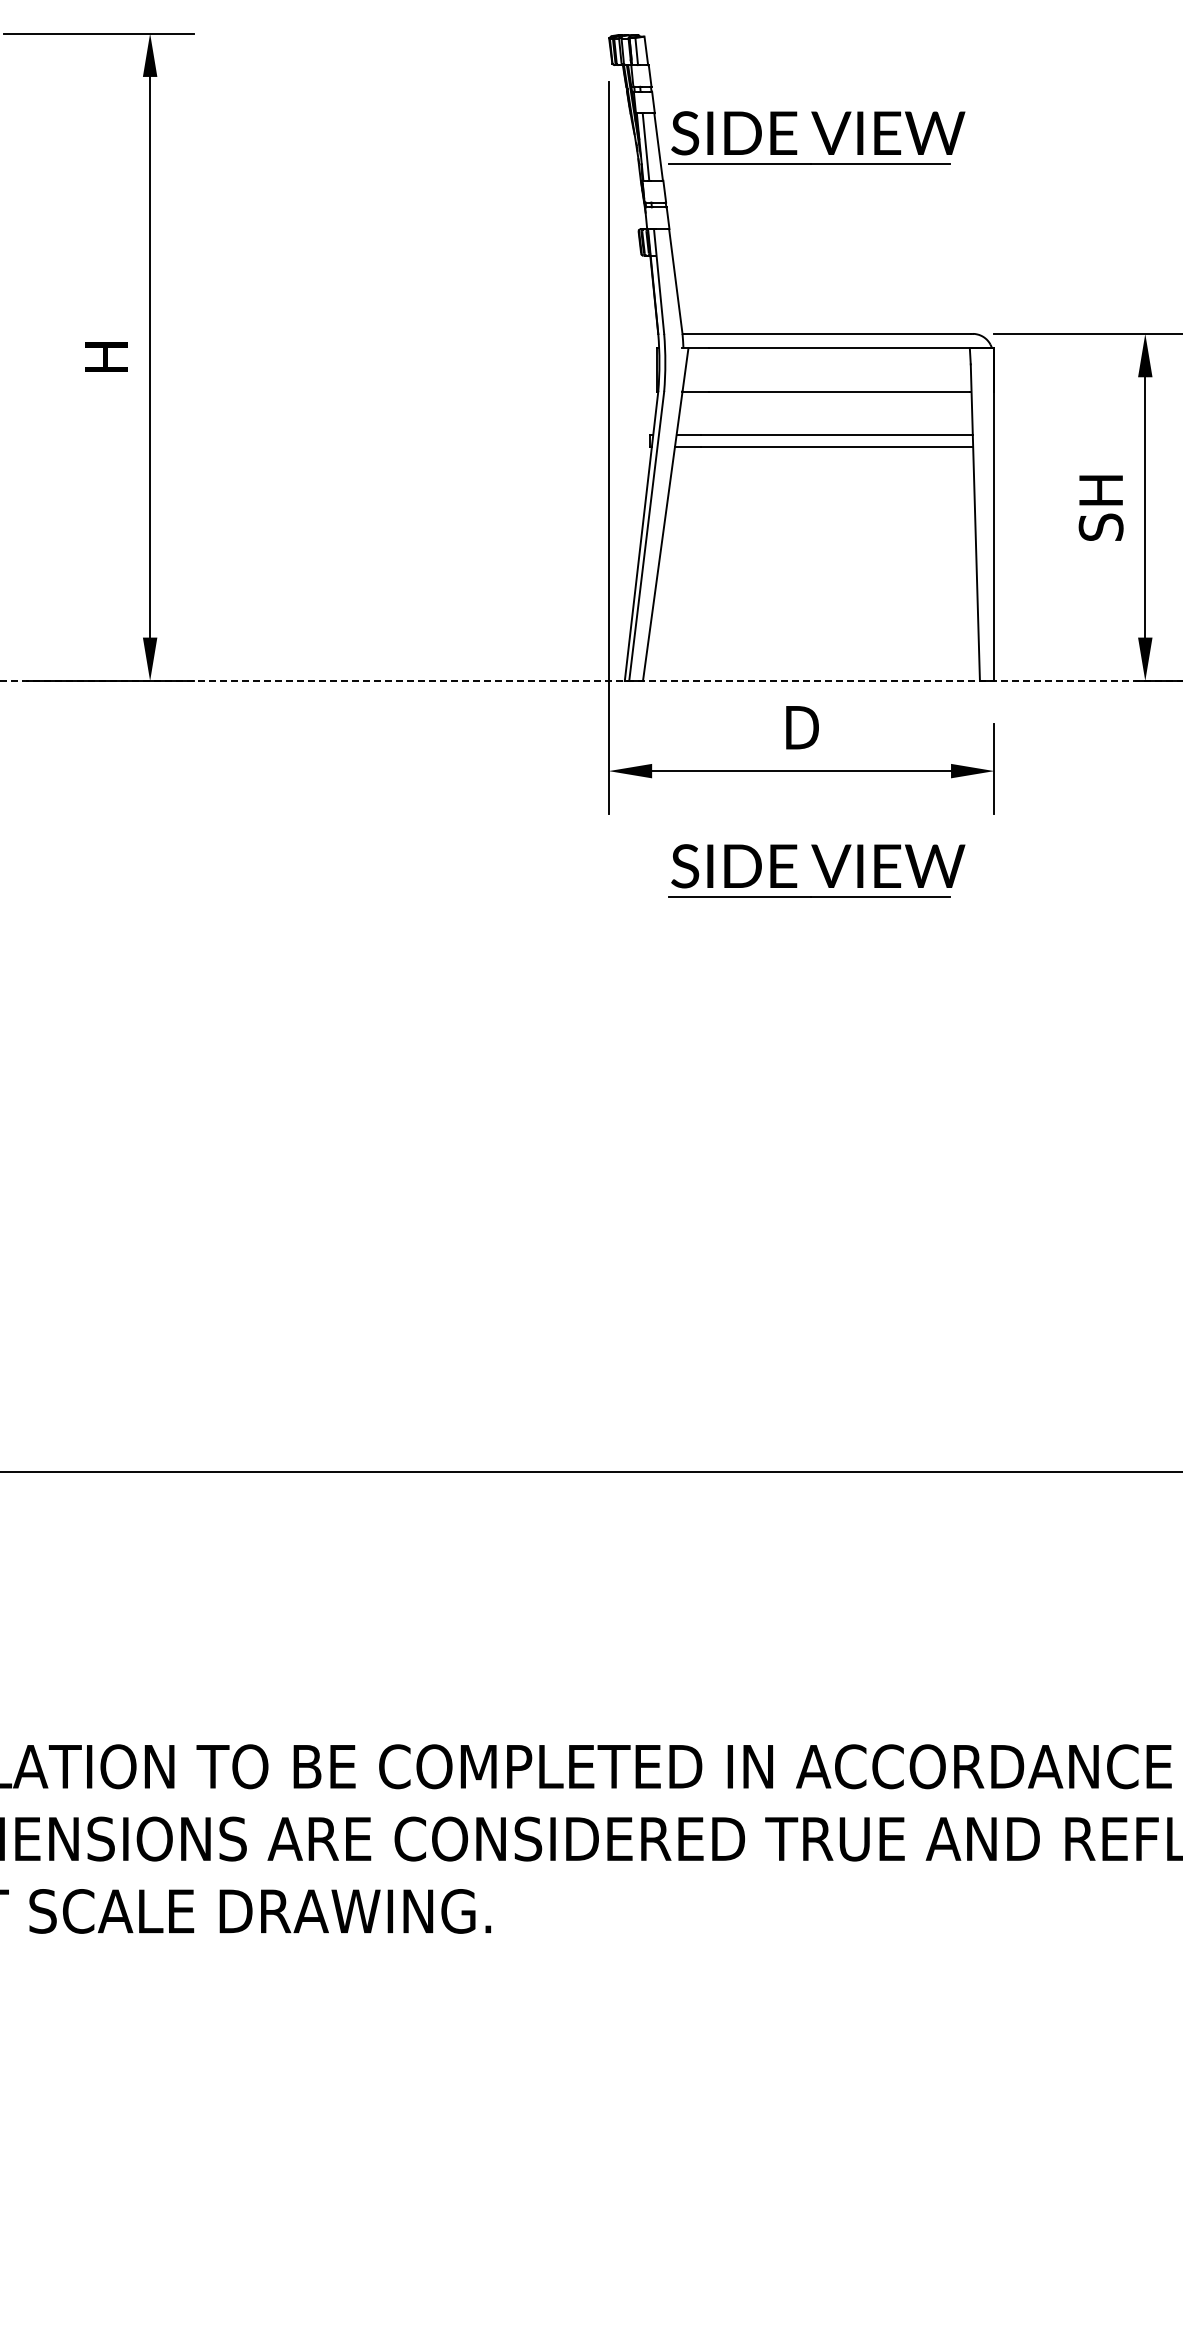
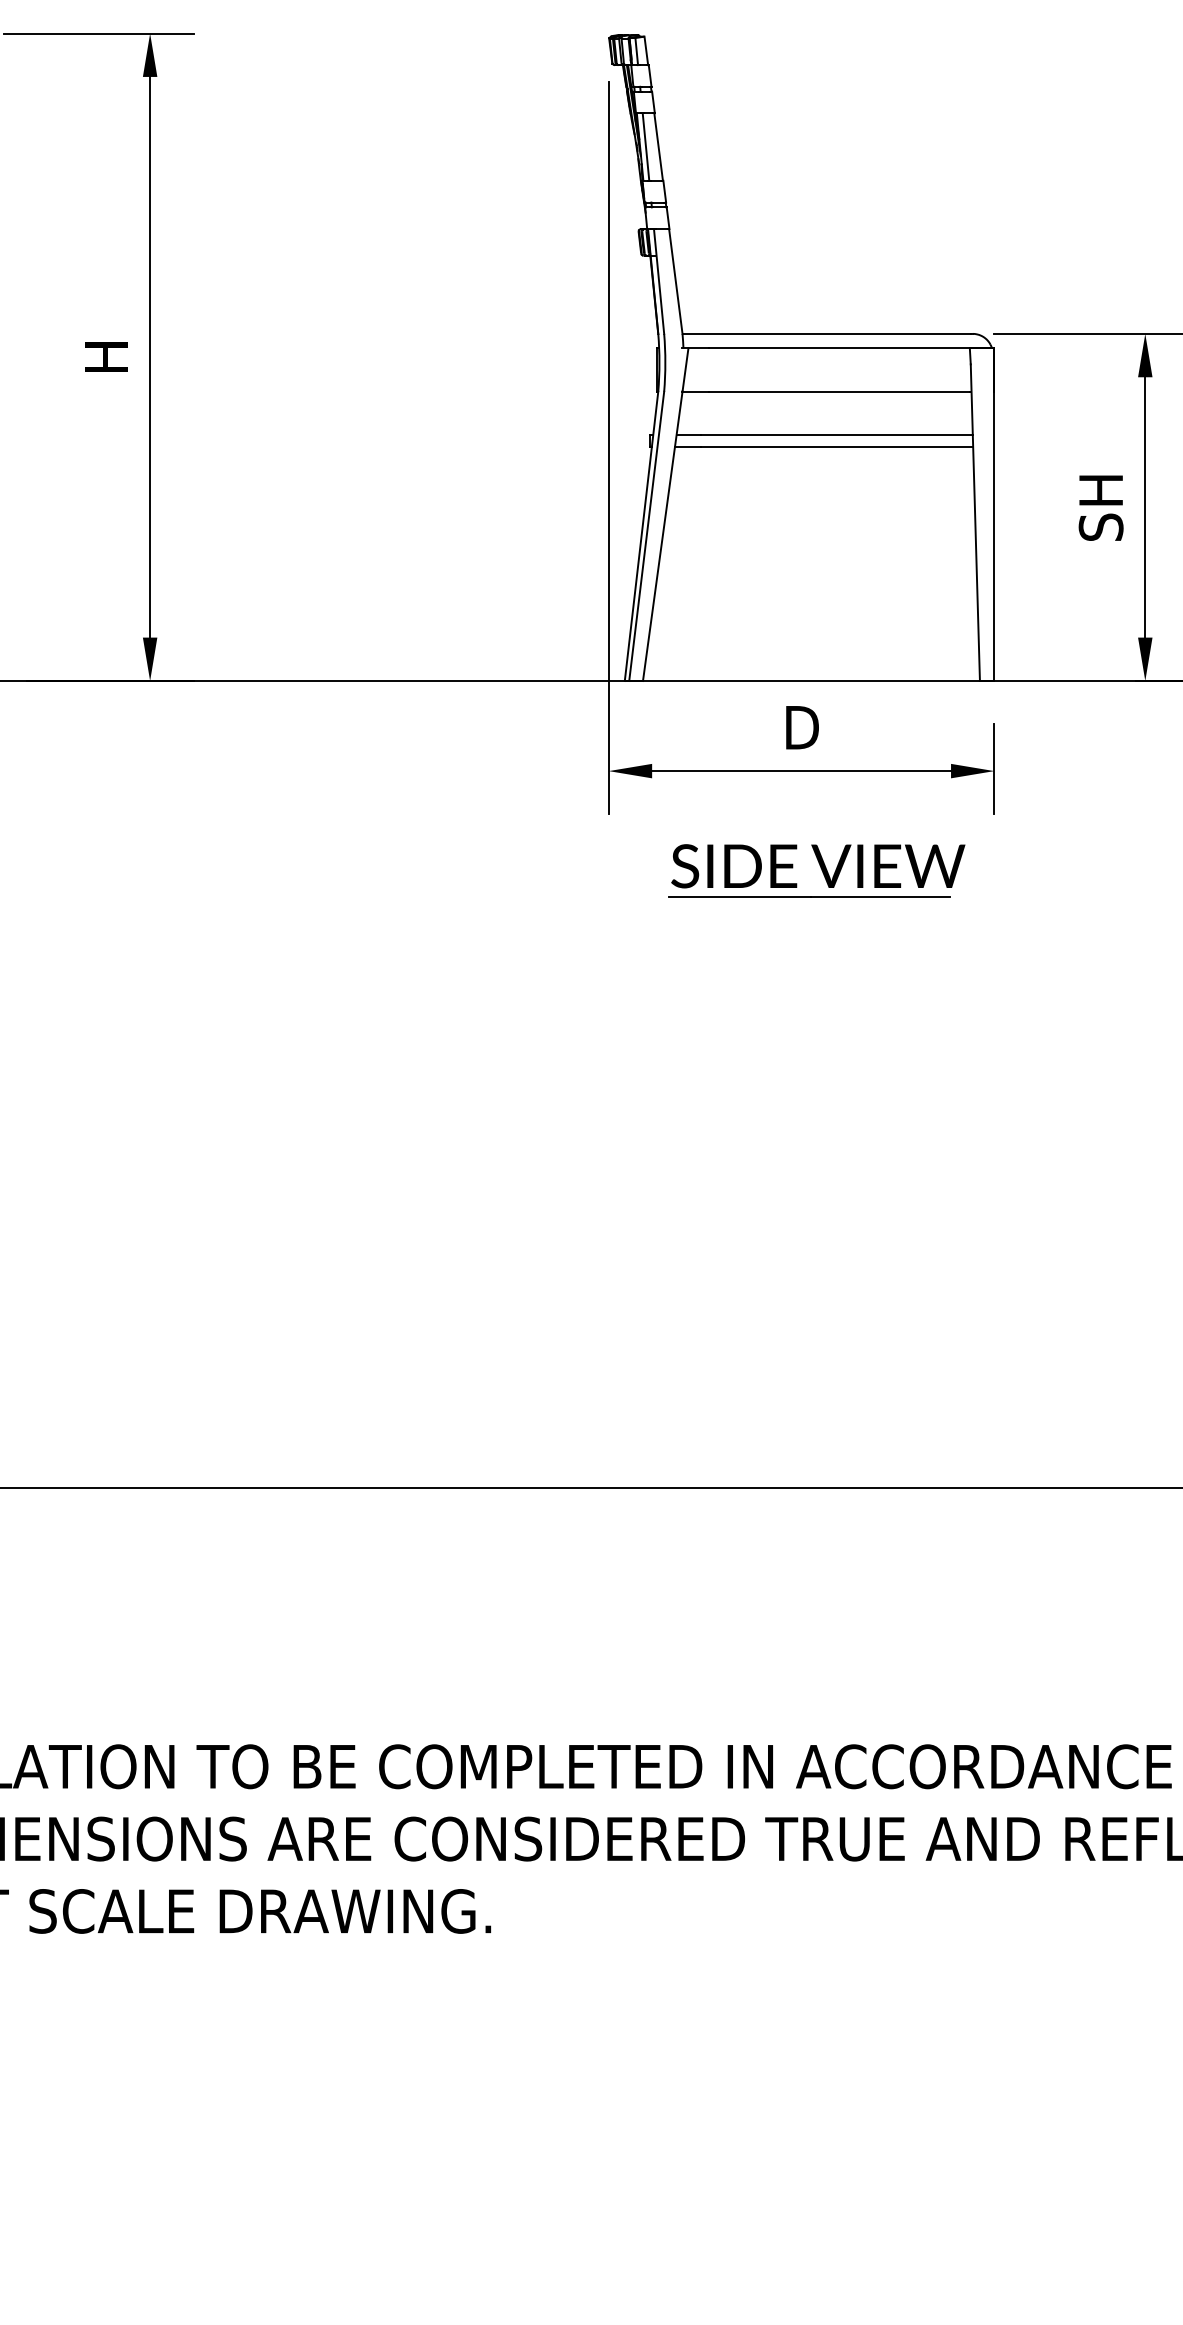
part at (816, 137): present -> none
line at (591, 681): dashed -> solid
line at (590, 1471) position: (590, 1471) -> (590, 1487)
